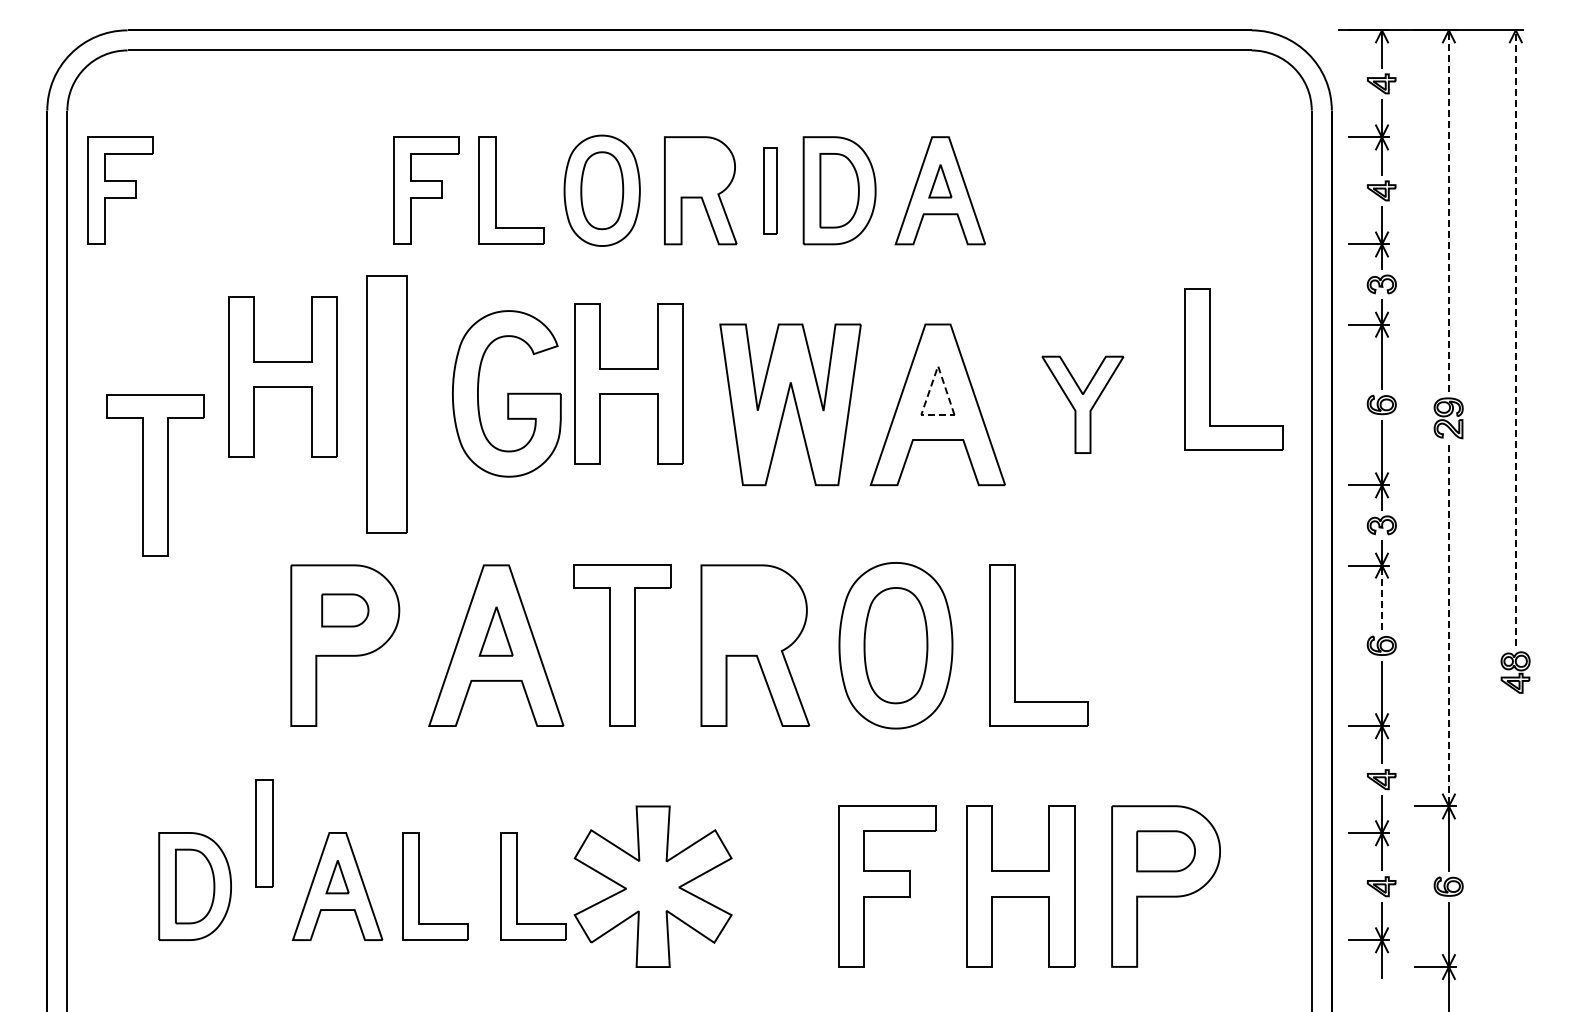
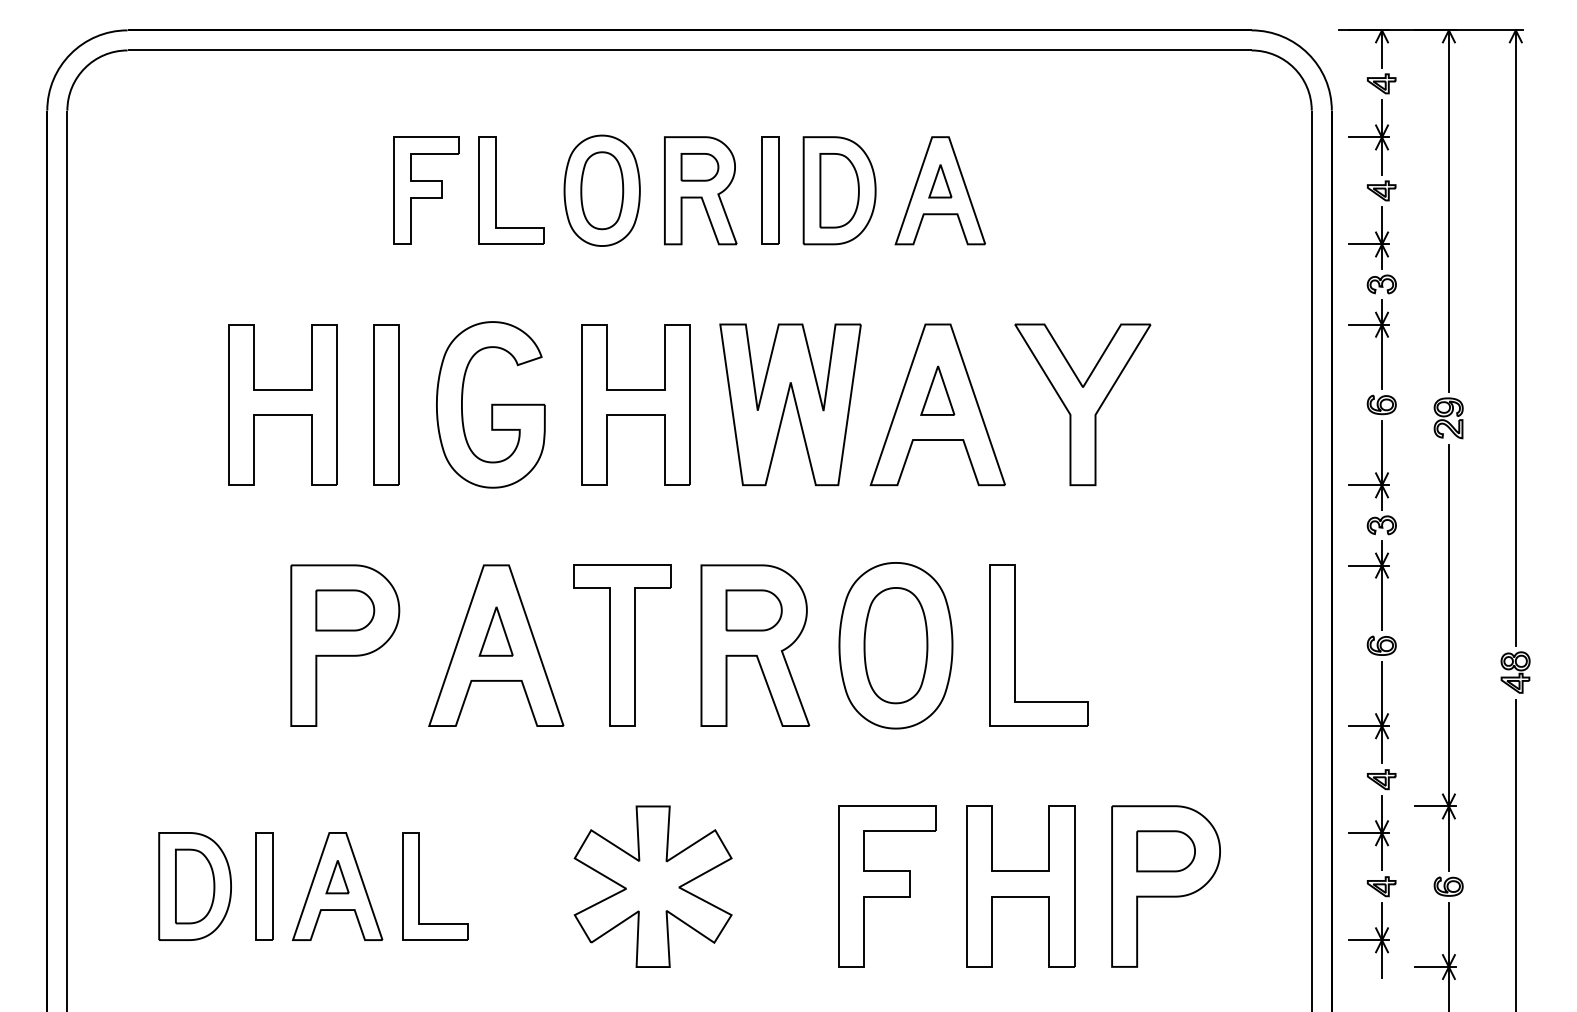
part at (699, 167): none -> present
part at (120, 190): present -> none
part at (770, 190) size: 15x88 px -> 19x109 px
line at (1448, 211): dashed -> solid
line at (1515, 338): dashed -> solid
part at (1210, 369): present -> none
part at (282, 376) position: (282, 376) -> (282, 404)
line at (932, 382): dashed -> solid
part at (628, 383) position: (628, 383) -> (635, 404)
part at (506, 393) position: (506, 393) -> (490, 404)
part at (386, 404) size: 42x259 px -> 27x162 px
part at (1082, 404) size: 84x99 px -> 138x164 px
part at (155, 475): present -> none
line at (1382, 597): dashed -> solid
part at (345, 610) size: 49x35 px -> 61x43 px
part at (753, 610): none -> present
line at (1448, 625): dashed -> solid
part at (264, 833) position: (264, 833) -> (264, 886)
line at (1515, 853): none -> present
part at (517, 886): present -> none
